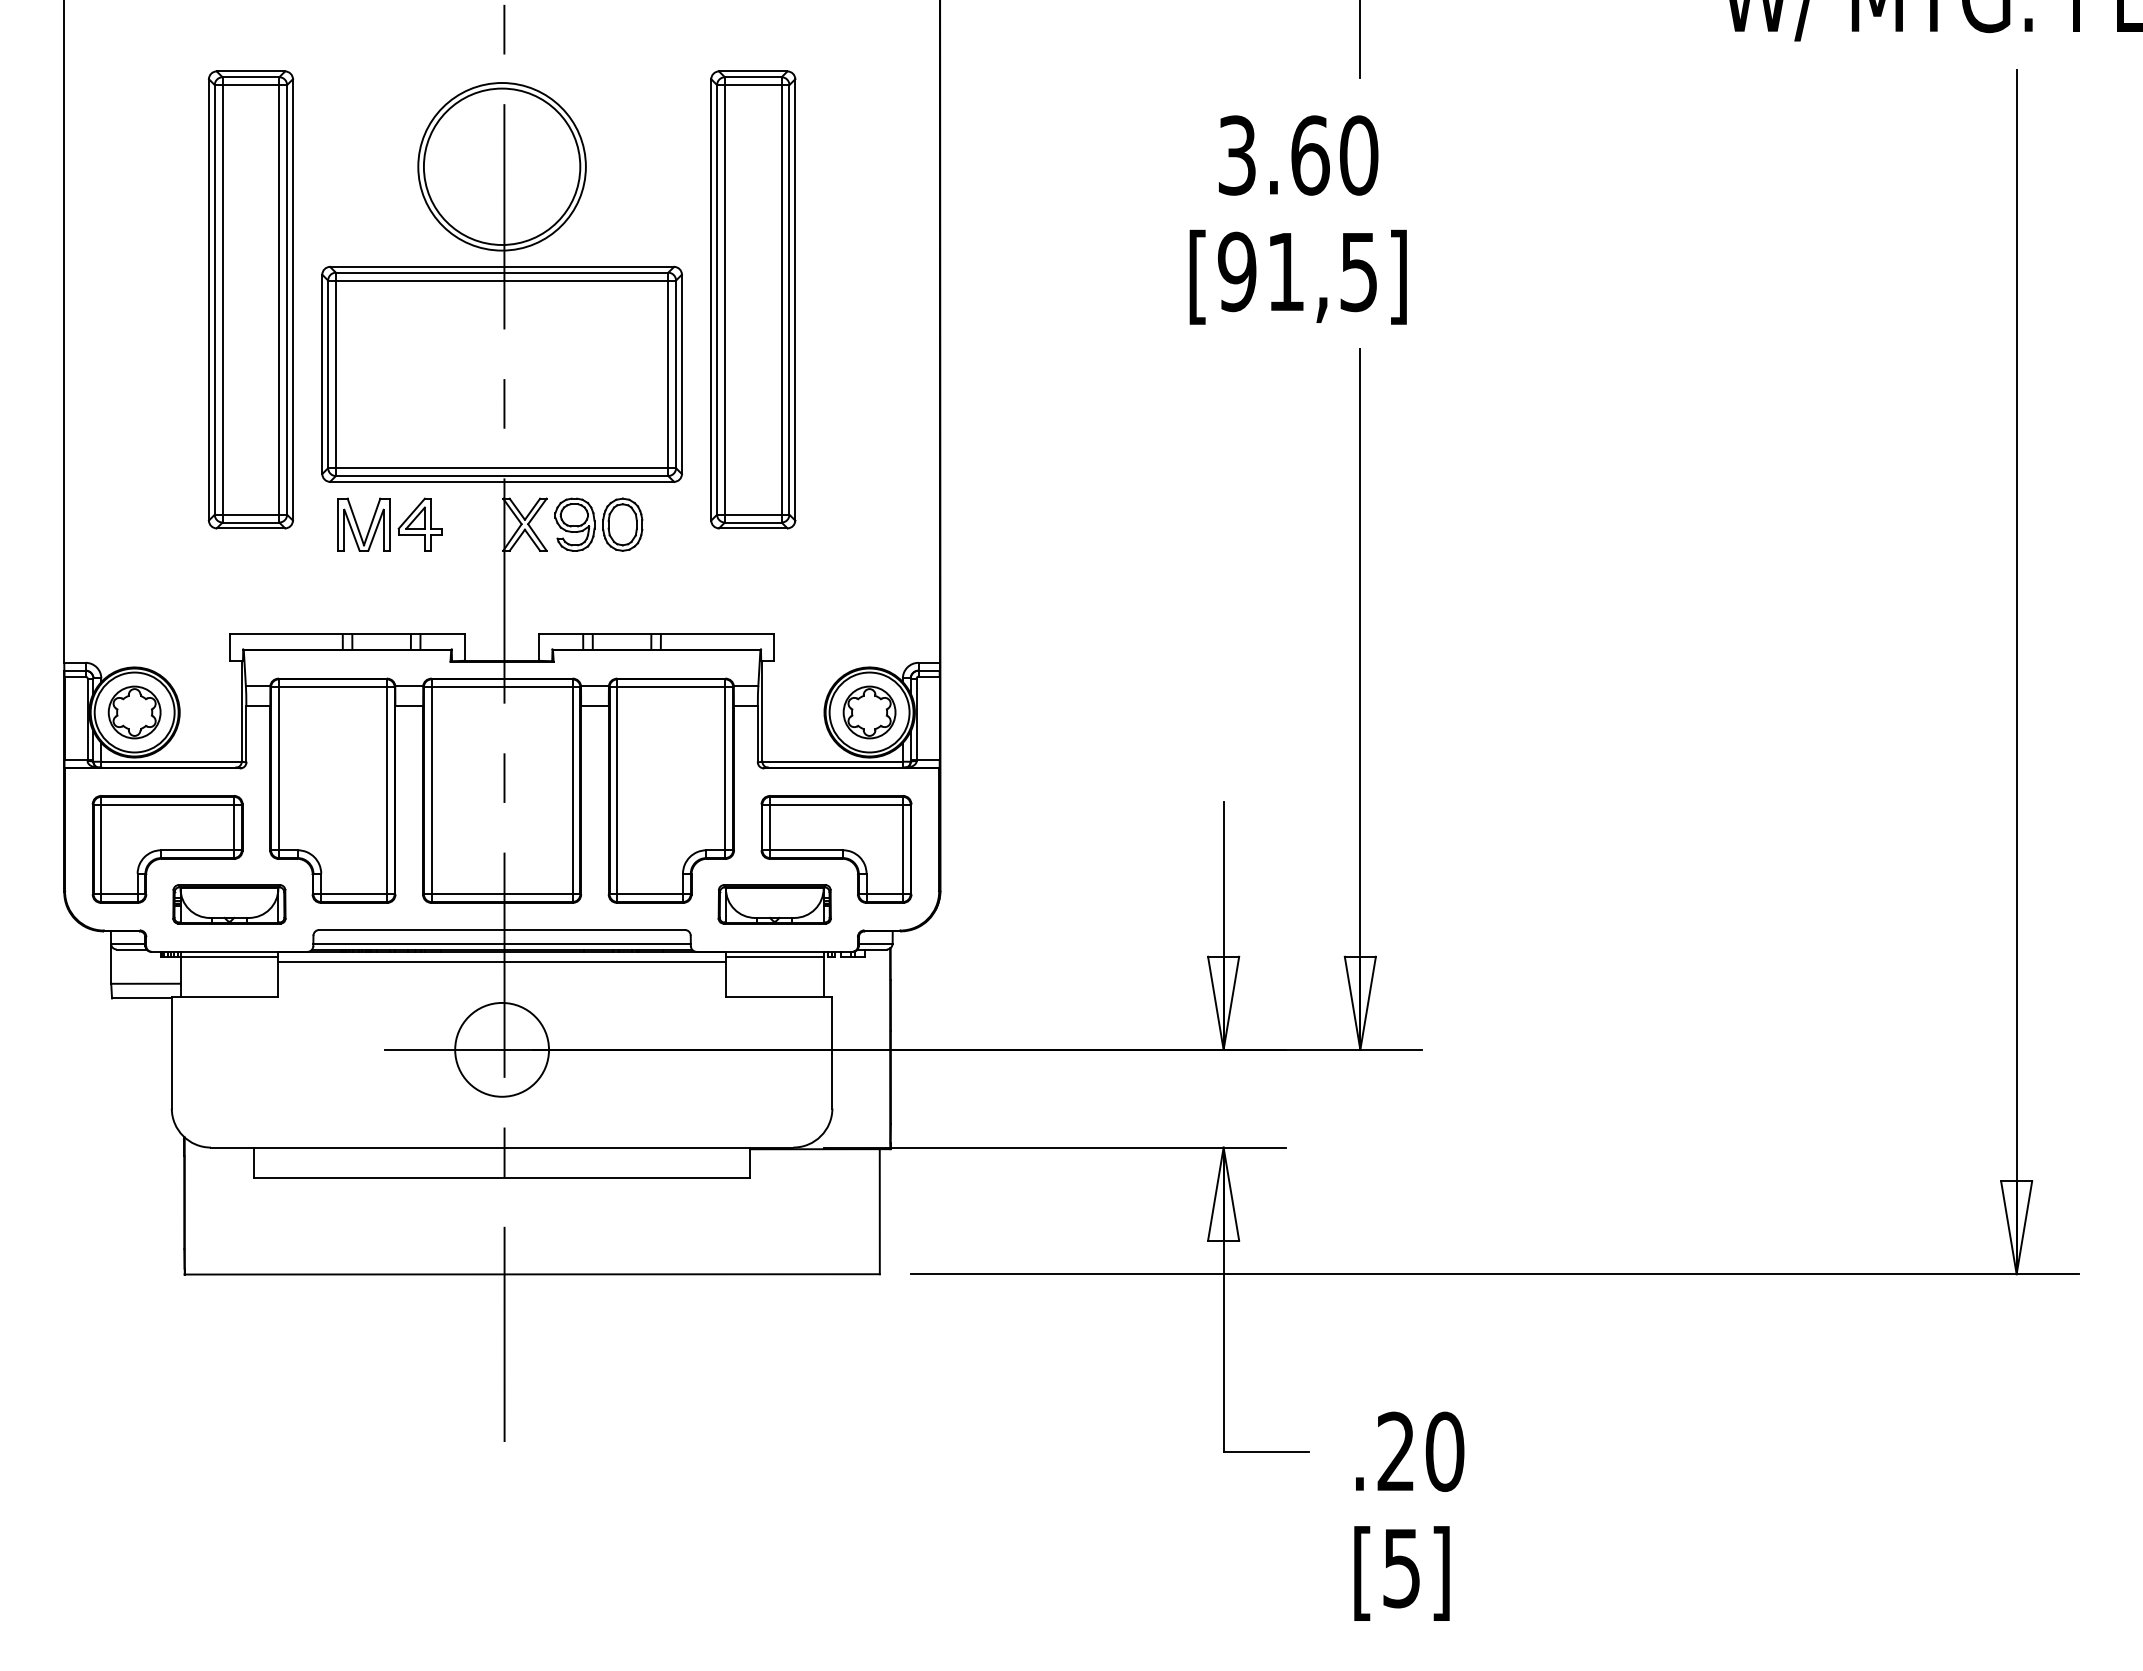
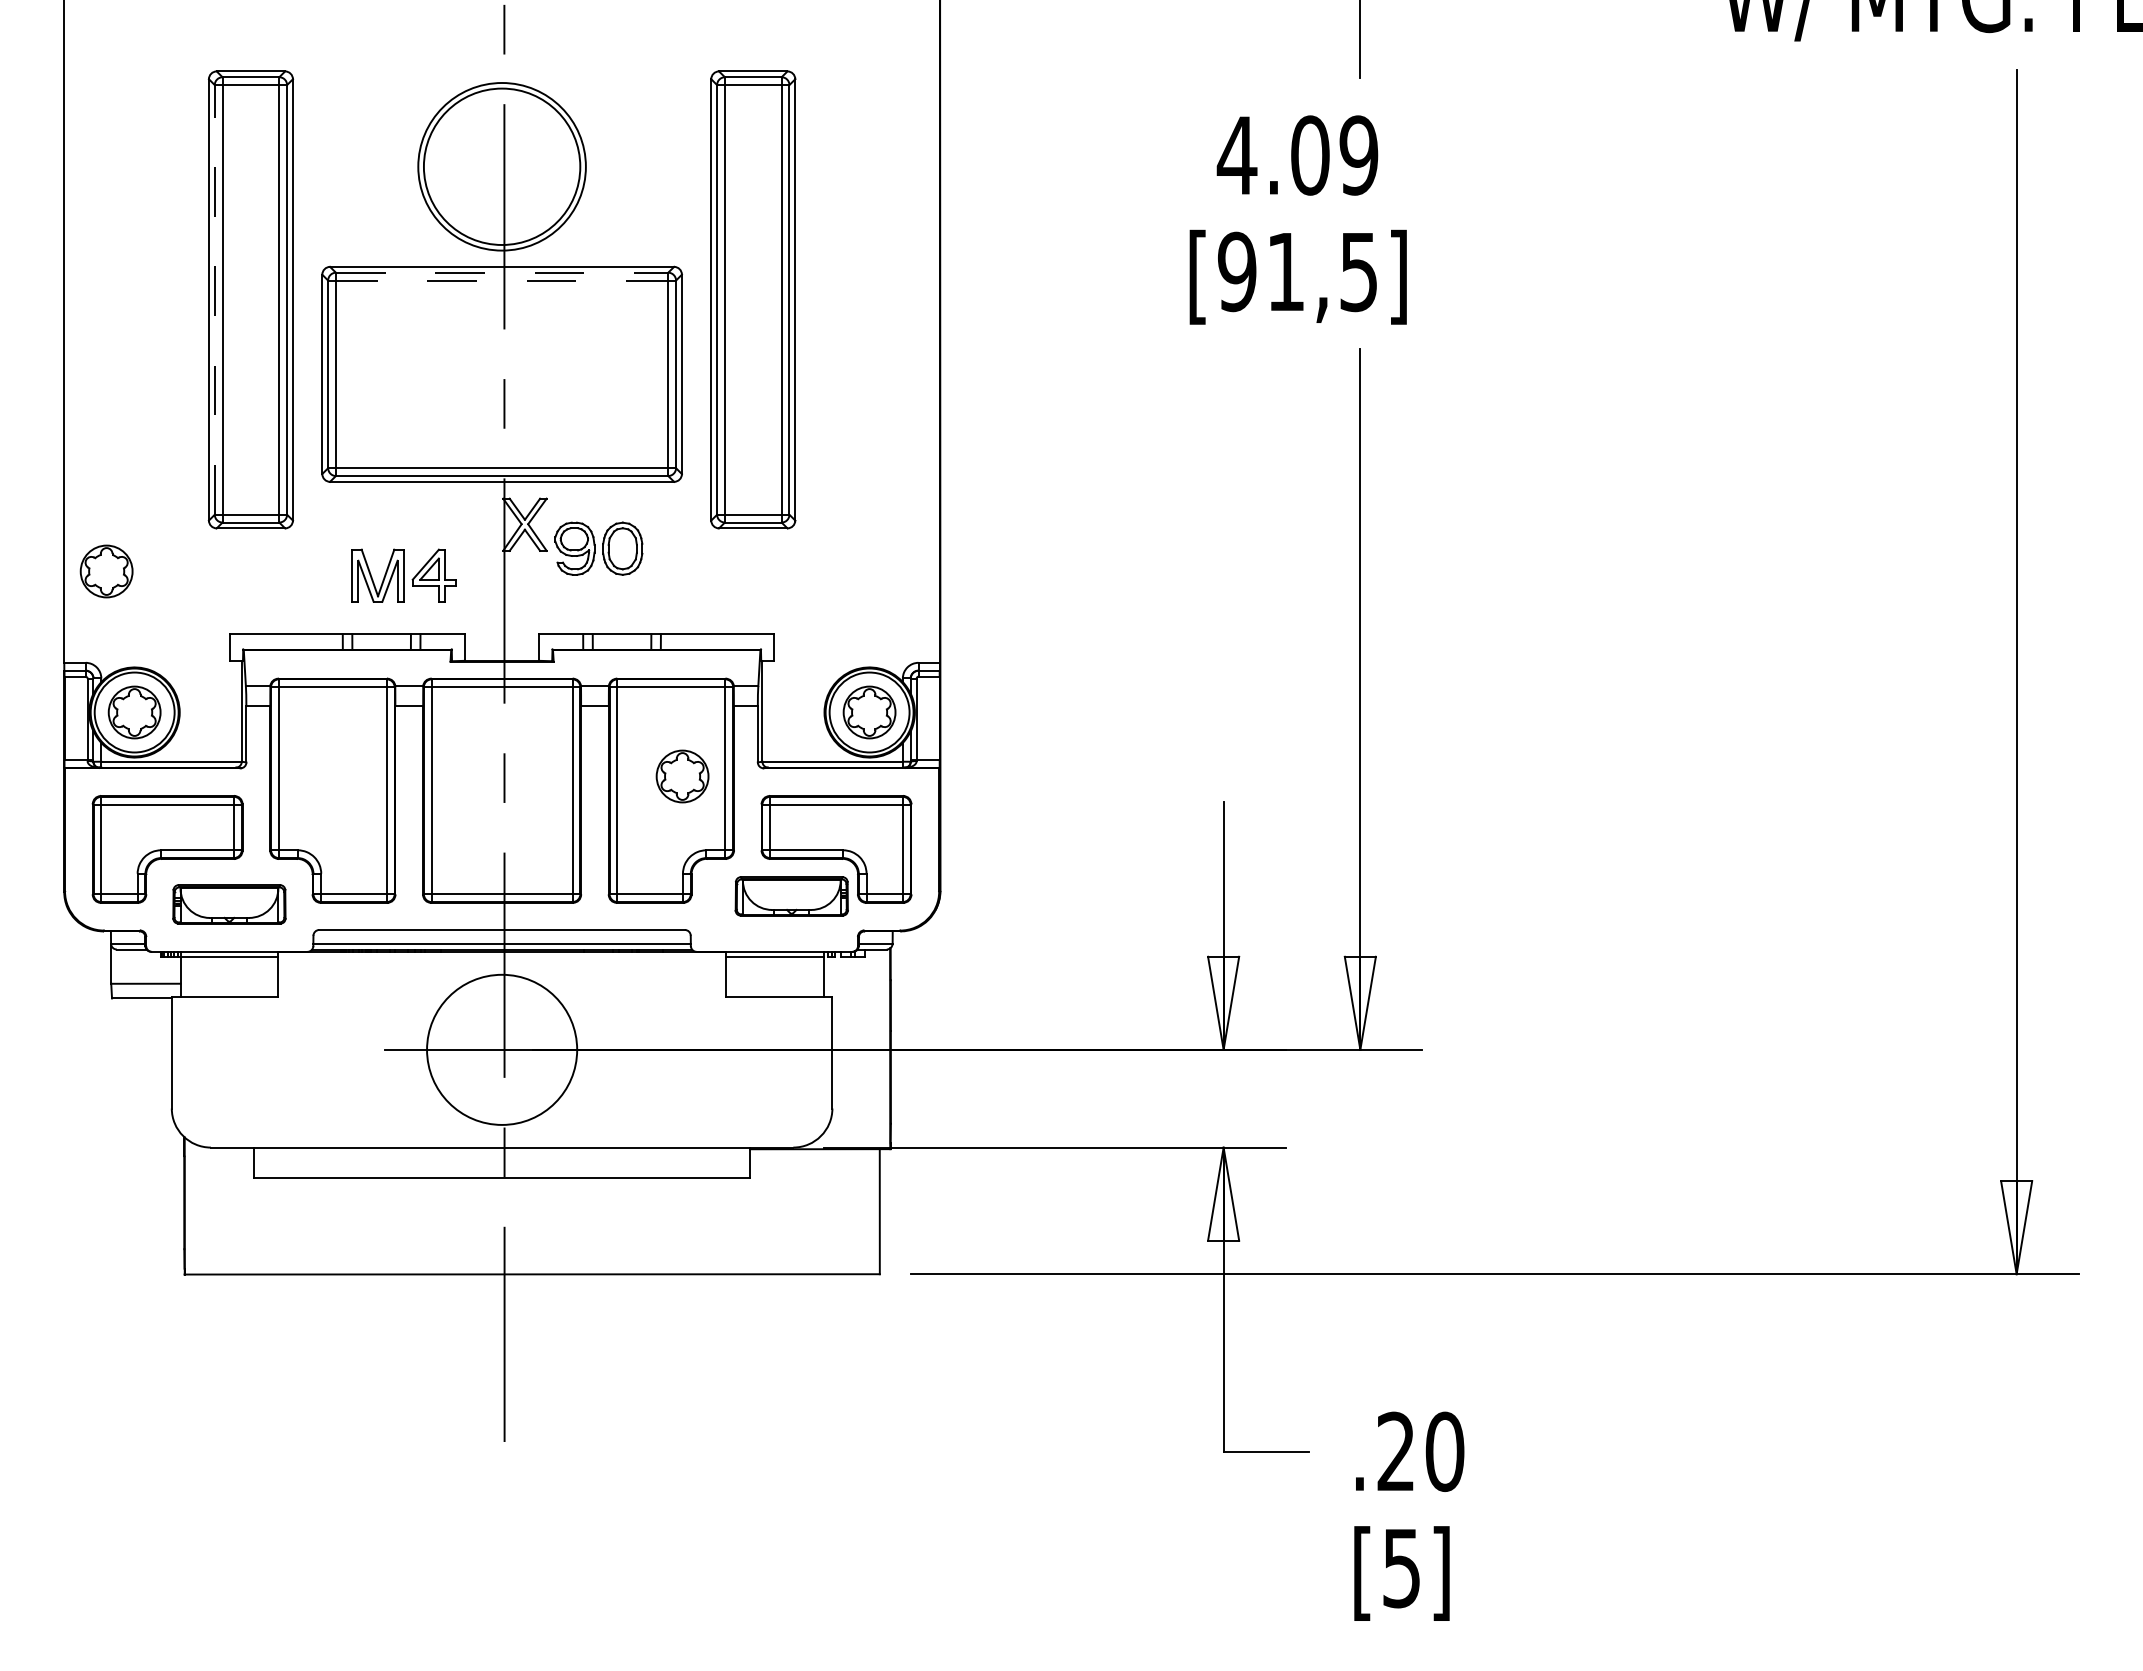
text at (1297, 155): 3.60 -> 4.09
line at (502, 272): solid -> dashed
line at (502, 280): solid -> dashed
line at (214, 299): solid -> dashed
part at (389, 524) position: (389, 524) -> (403, 575)
part at (598, 524) position: (598, 524) -> (598, 548)
part at (106, 571): none -> present
part at (682, 776): none -> present
part at (774, 904) position: (774, 904) -> (791, 896)
line at (501, 961): present -> none
circle at (502, 1049) diameter: 94 px -> 150 px
